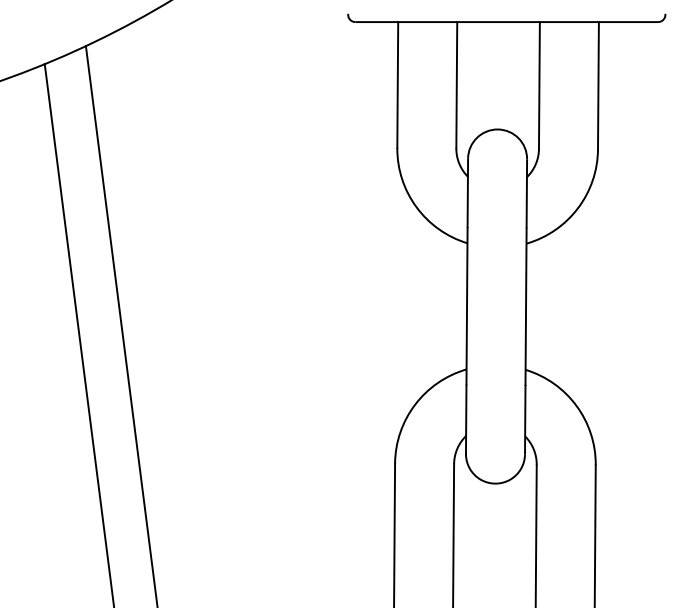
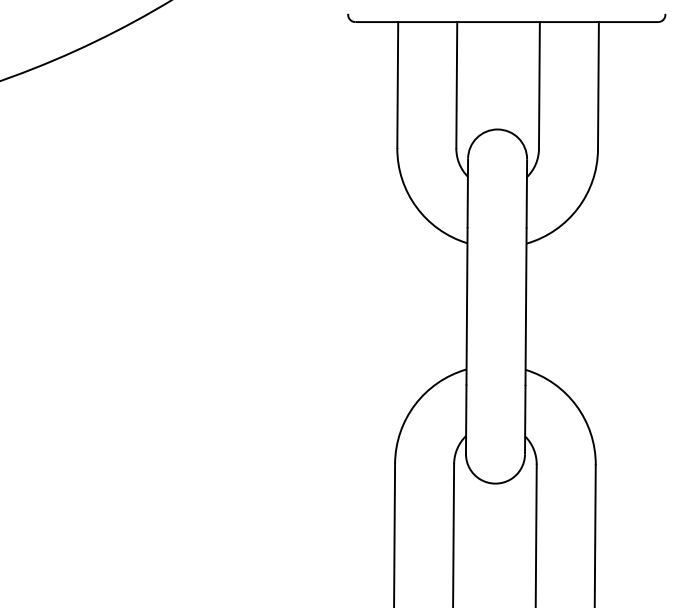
line at (121, 324): present -> none
line at (78, 333): present -> none
